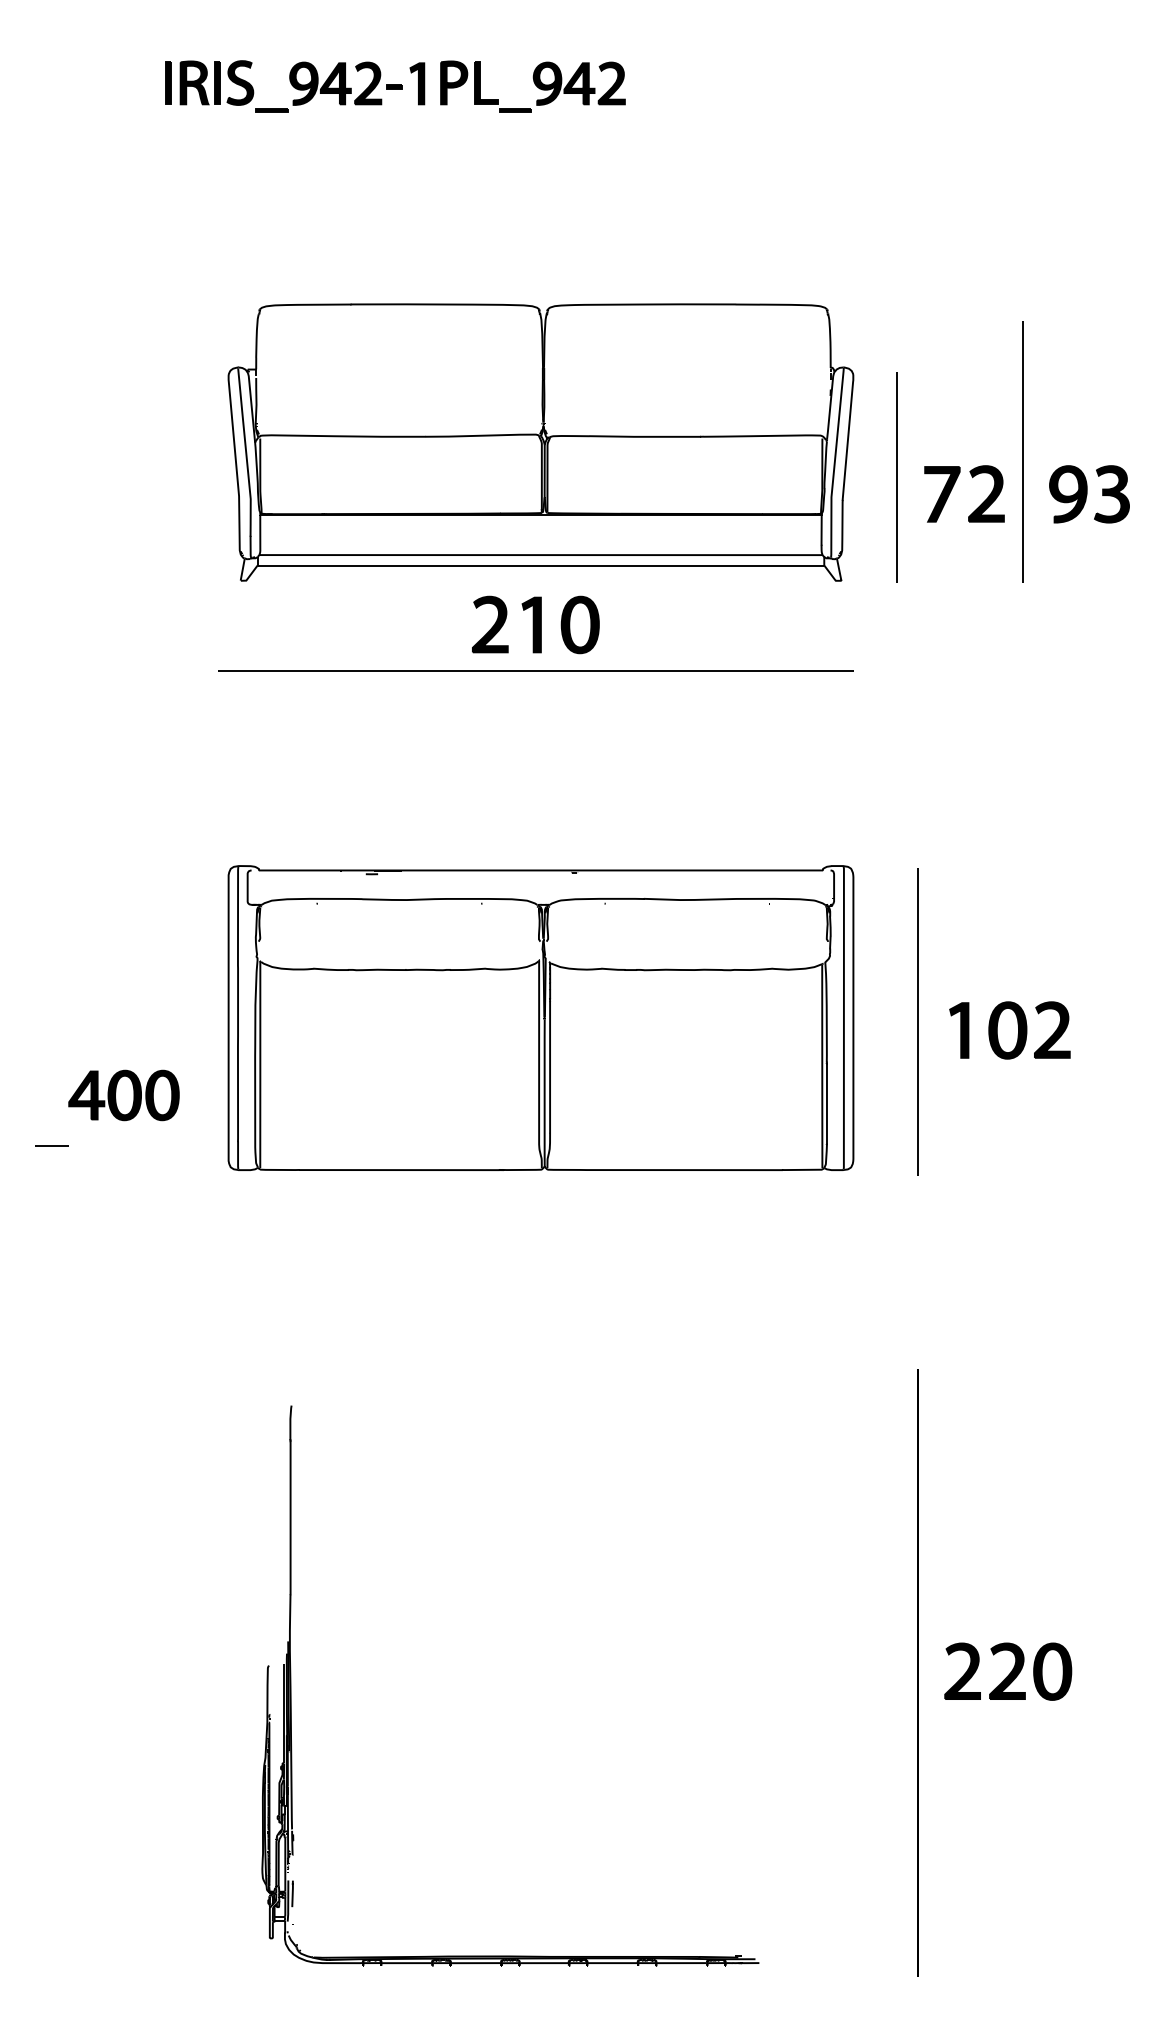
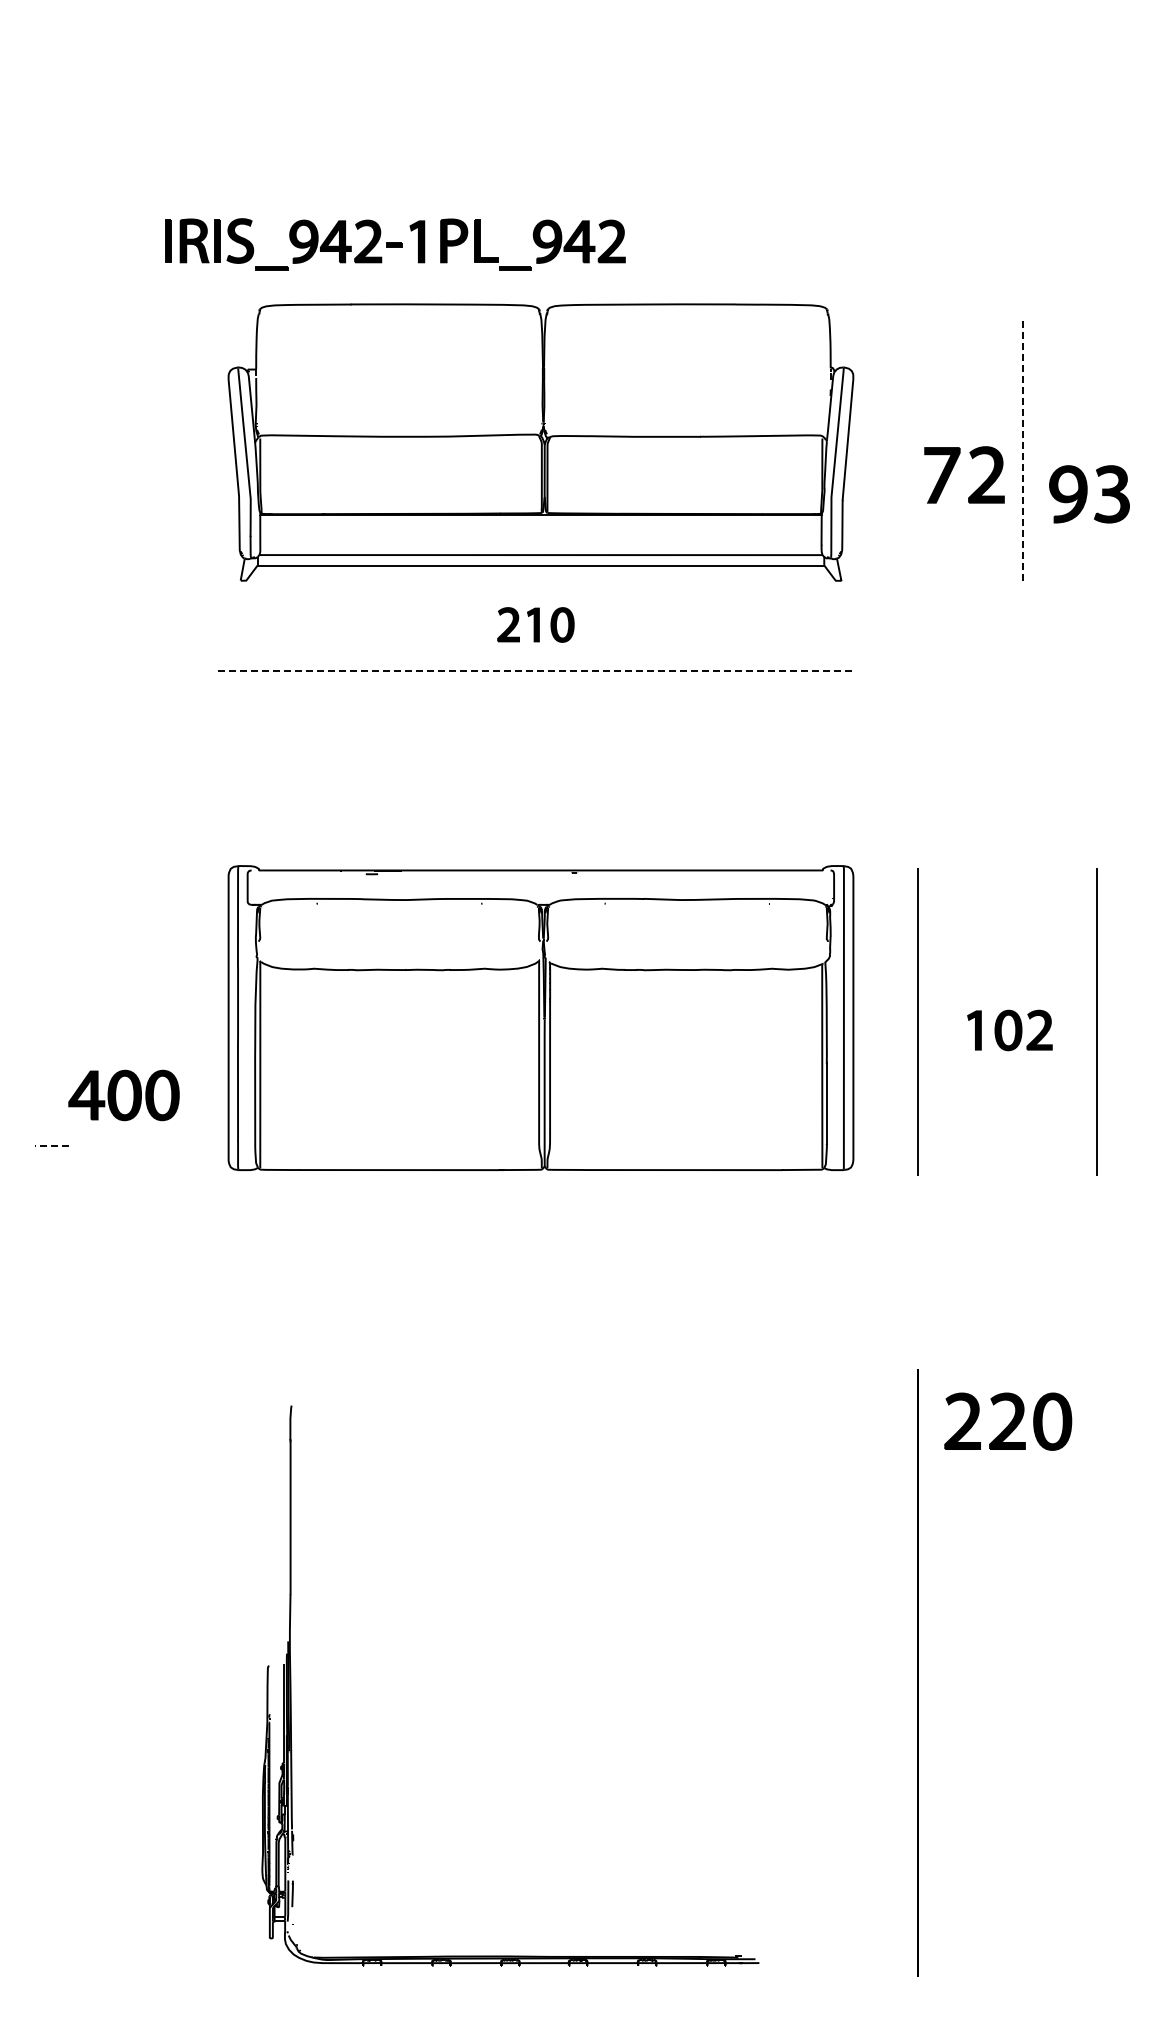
part at (395, 86) position: (395, 86) -> (395, 244)
line at (1023, 451): solid -> dashed
line at (896, 477): present -> none
part at (953, 487) position: (953, 487) -> (953, 468)
part at (535, 624) size: 128x60 px -> 78x36 px
line at (536, 670): solid -> dashed
line at (1096, 1021): none -> present
part at (1009, 1030) size: 122x59 px -> 86x43 px
line at (51, 1145): solid -> dashed
part at (1008, 1671) position: (1008, 1671) -> (1008, 1421)
